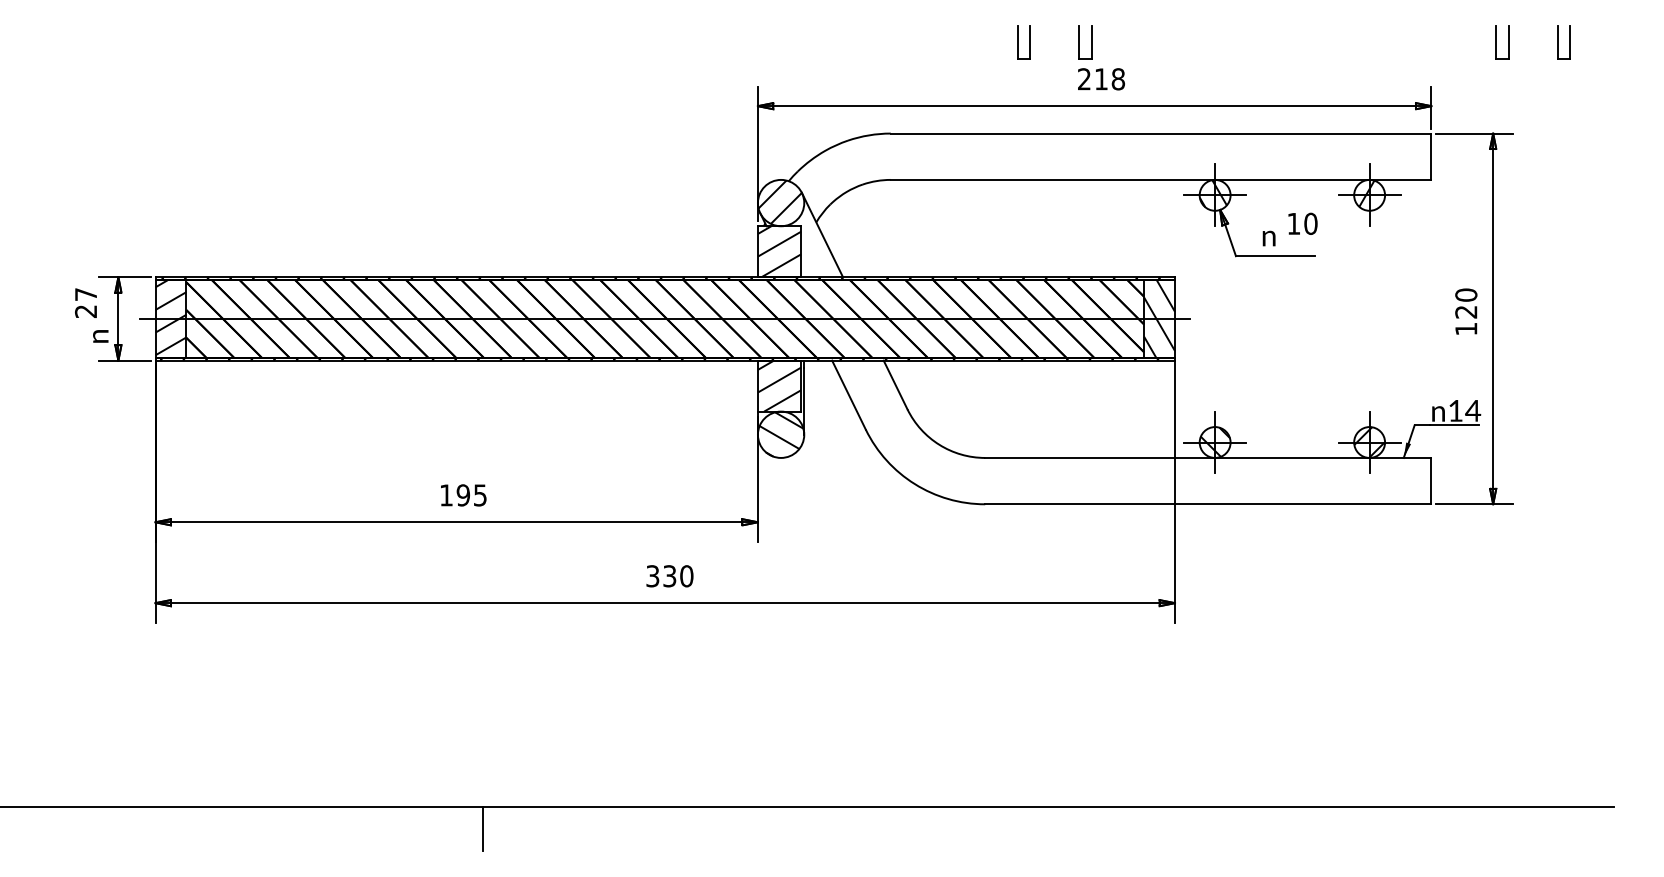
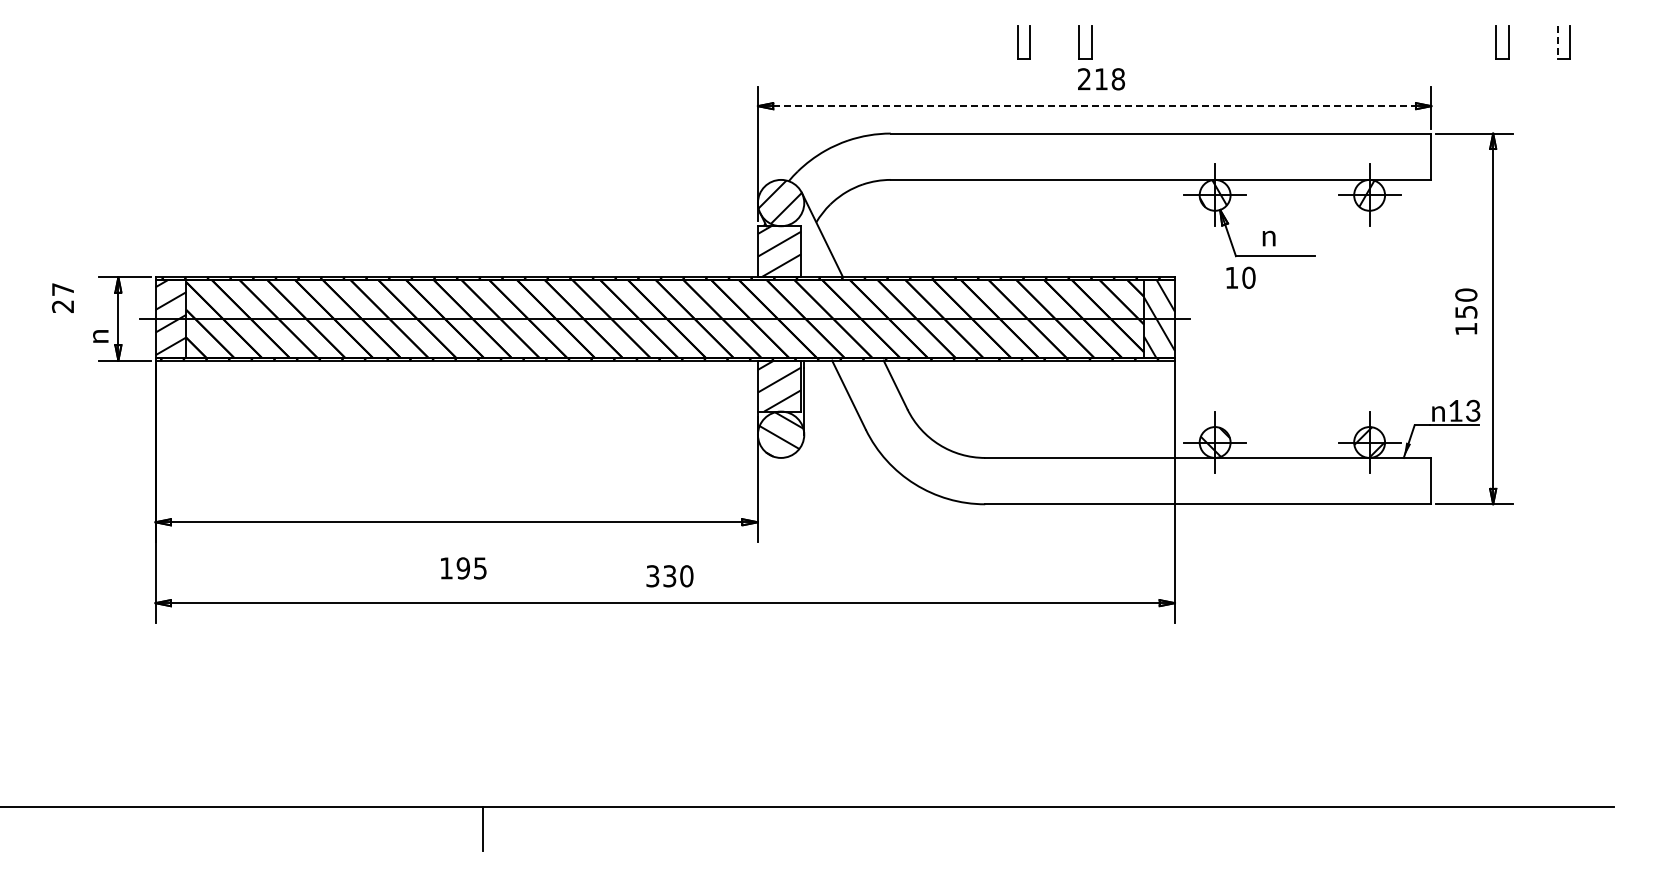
line at (1558, 43): solid -> dashed
line at (1095, 106): solid -> dashed
text at (1302, 223) position: (1302, 223) -> (1240, 277)
text at (85, 302) position: (85, 302) -> (62, 297)
text at (1466, 312): 120 -> 150
text at (1473, 410): 14 -> 13
text at (463, 495) position: (463, 495) -> (463, 568)
